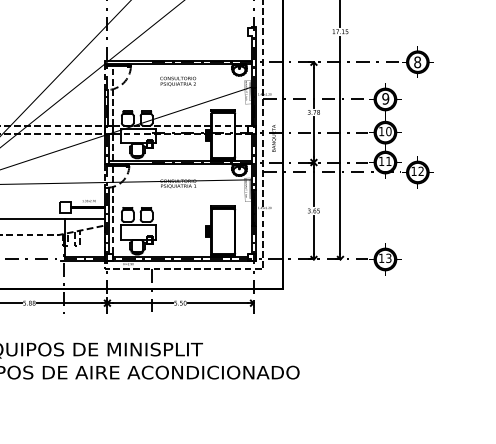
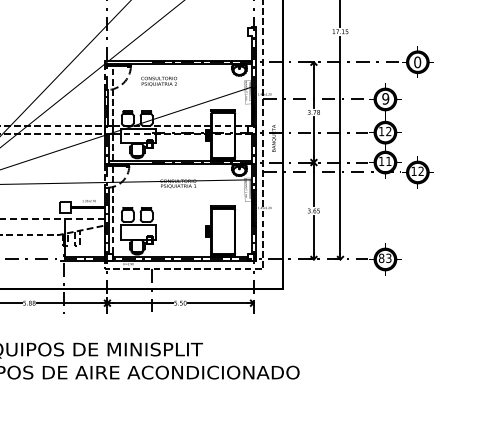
text at (417, 61): 8 -> 0
text at (178, 81) position: (178, 81) -> (159, 81)
text at (388, 131): 10 -> 12
line at (52, 219): solid -> dashed
text at (381, 258): 13 -> 83
